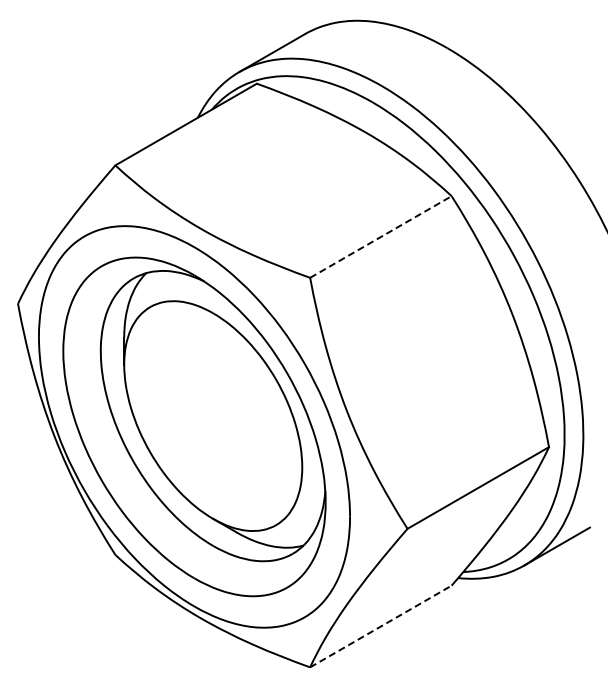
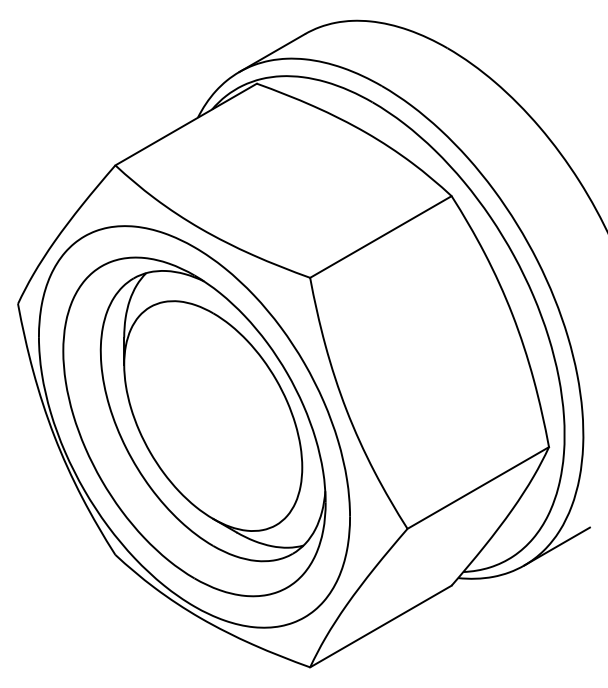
line at (380, 237): dashed -> solid
line at (380, 626): dashed -> solid
